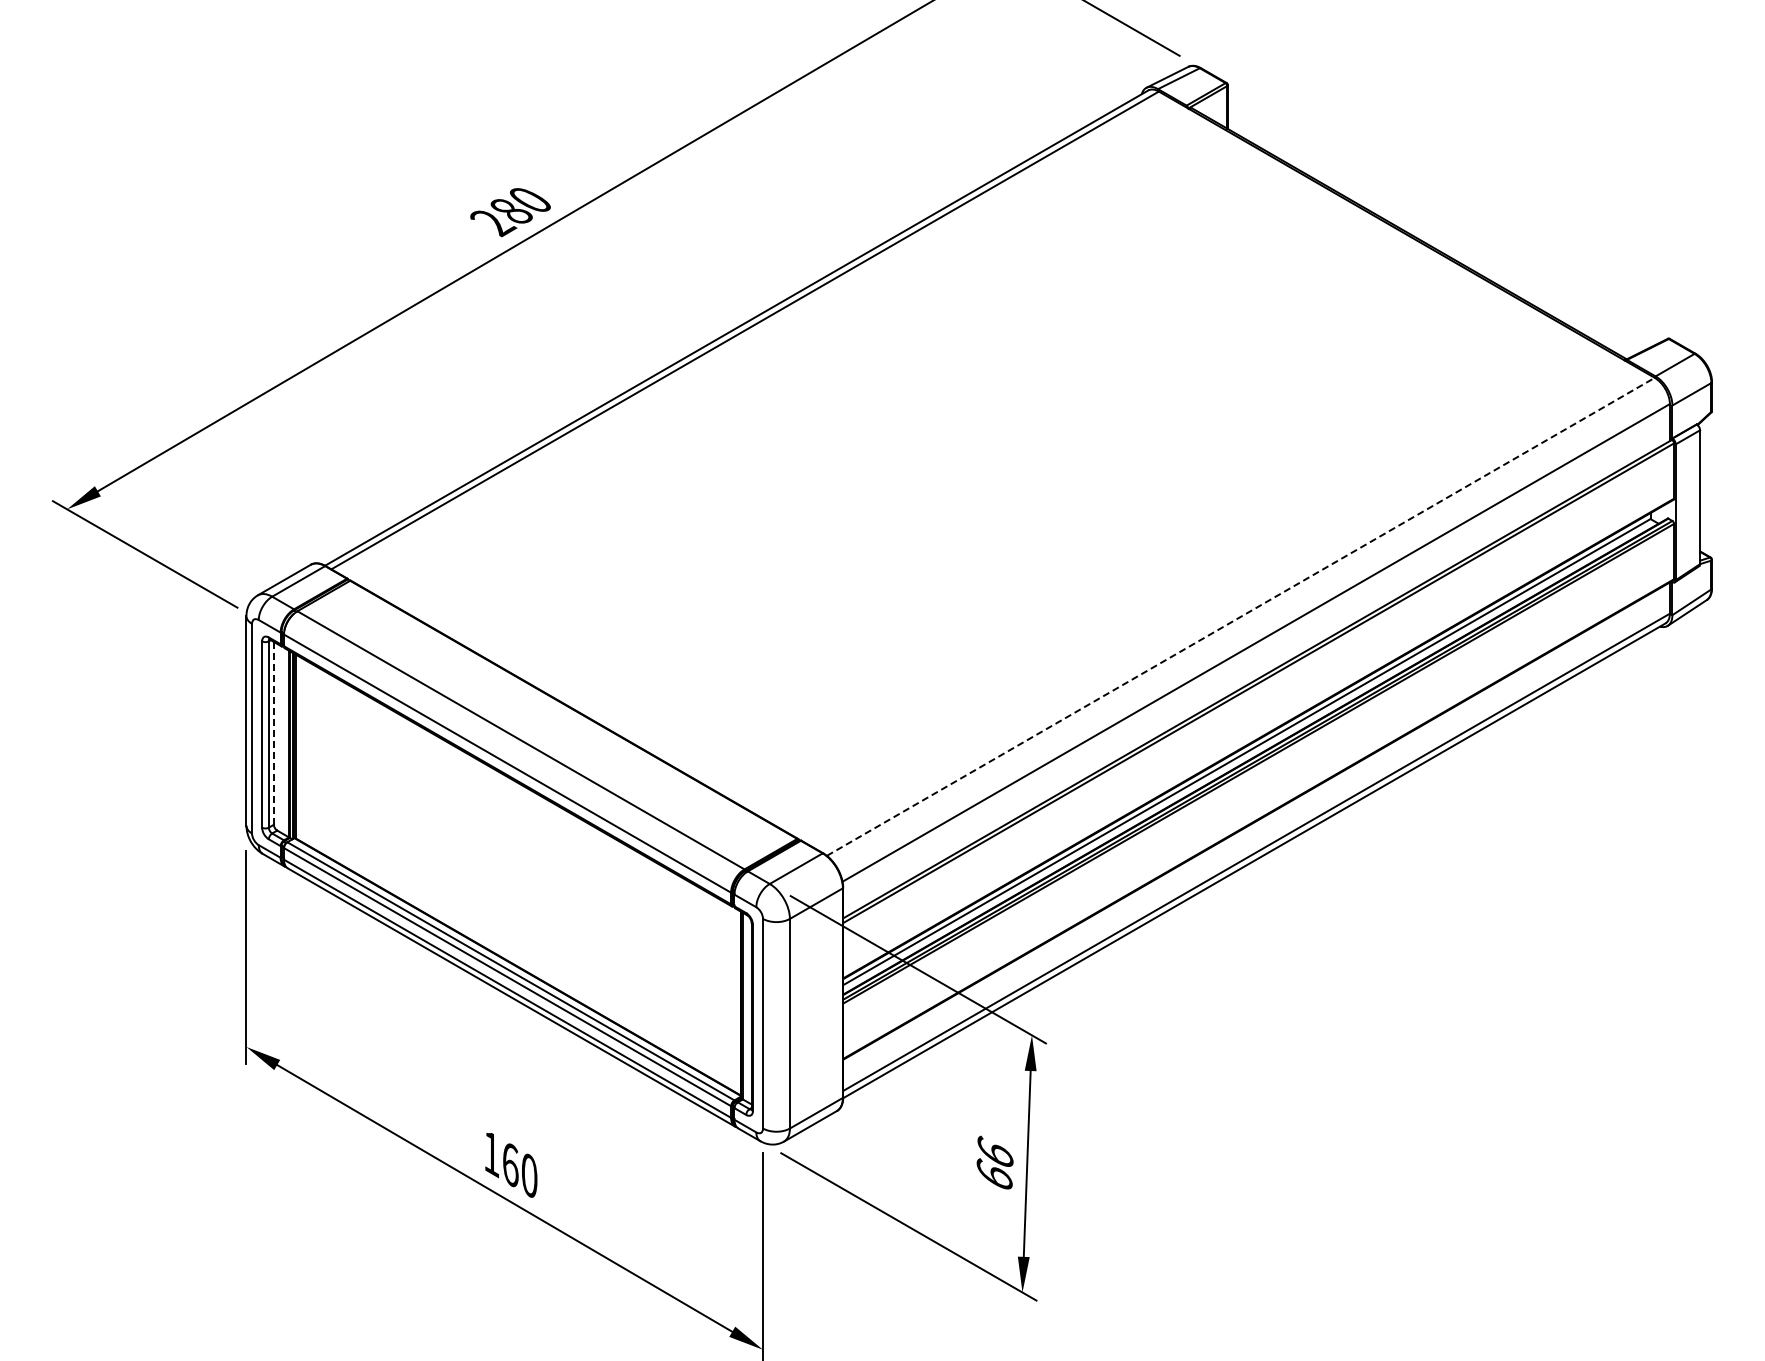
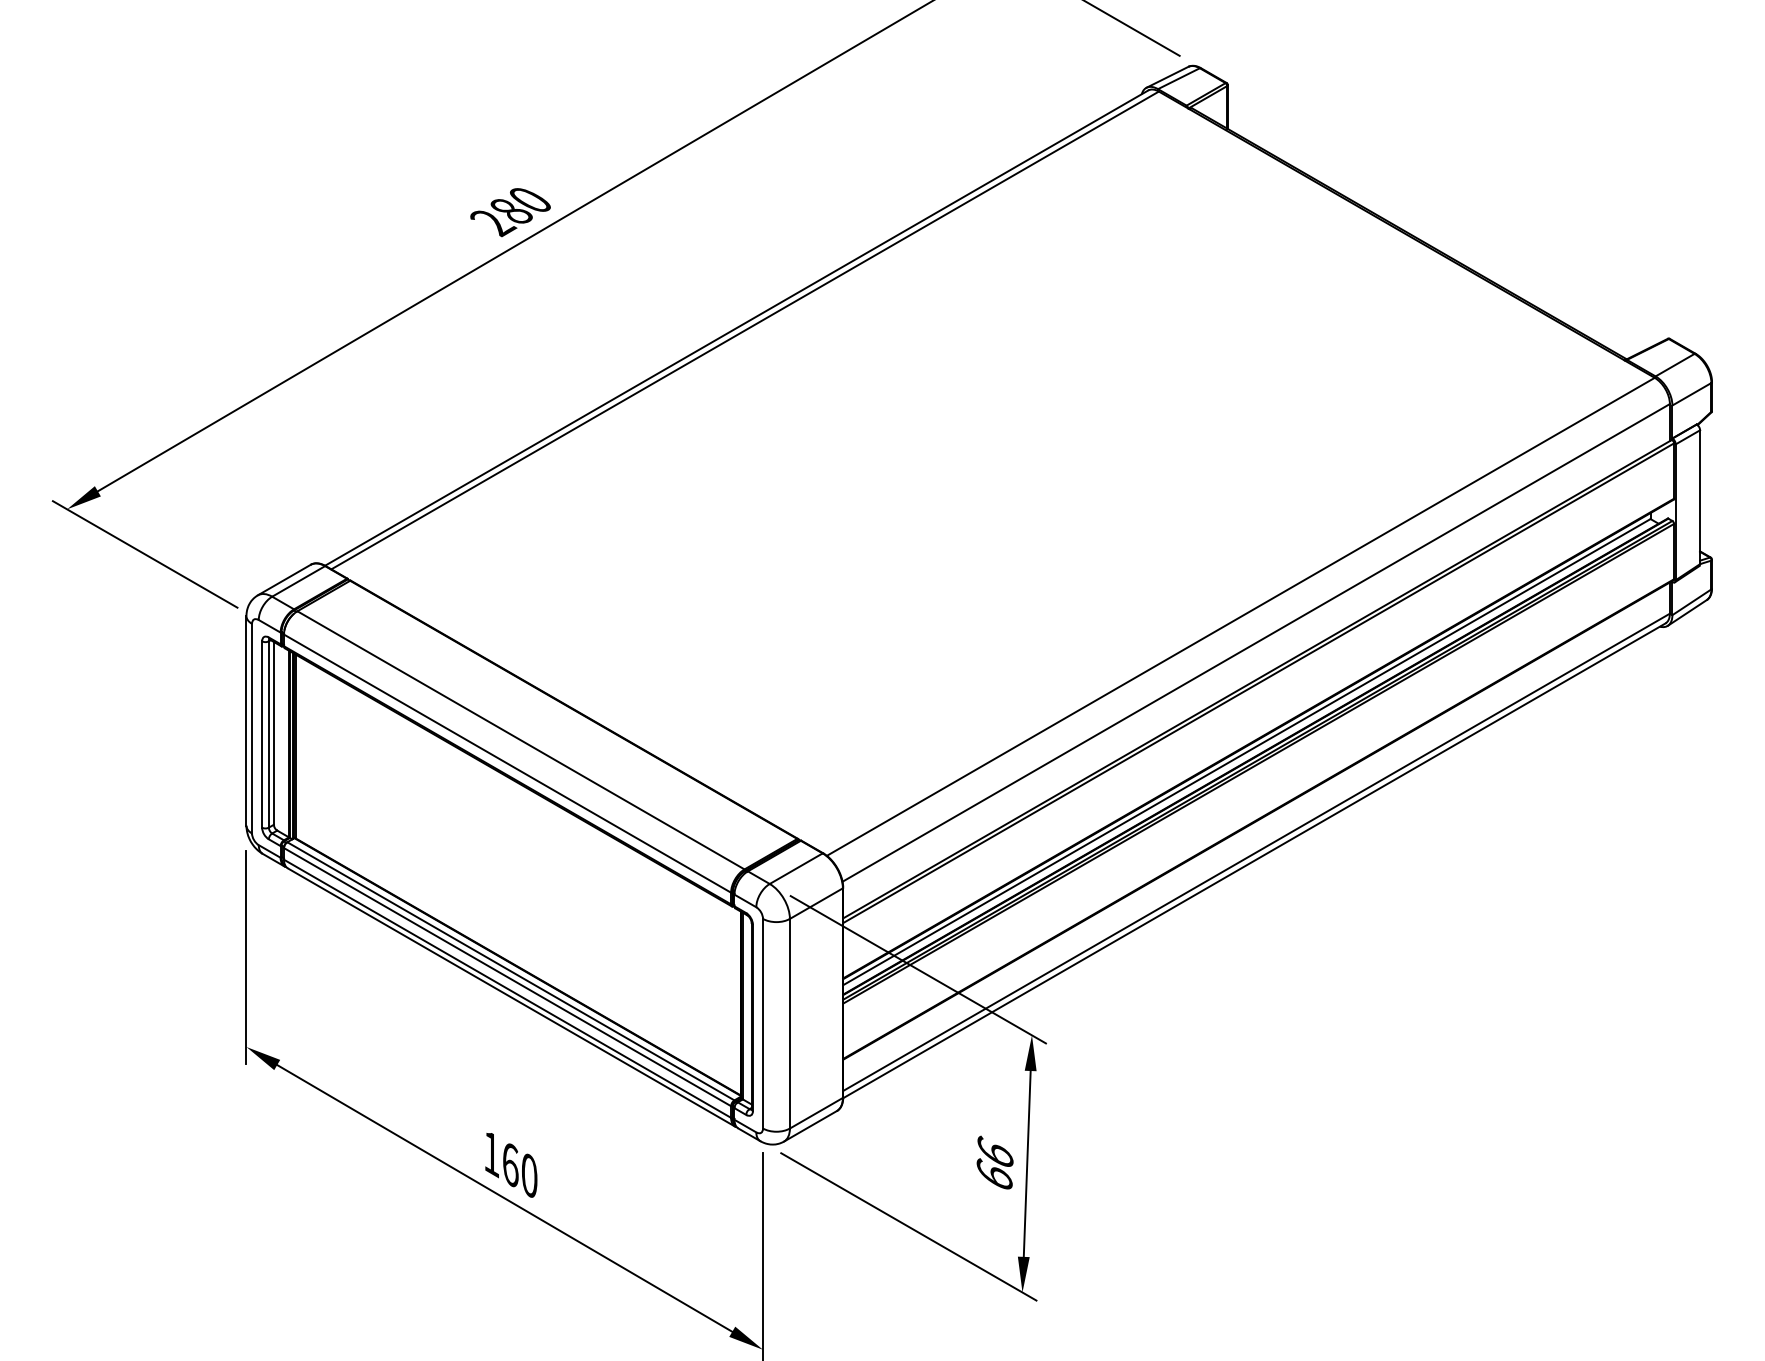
line at (1240, 616): dashed -> solid
line at (273, 733): dashed -> solid
